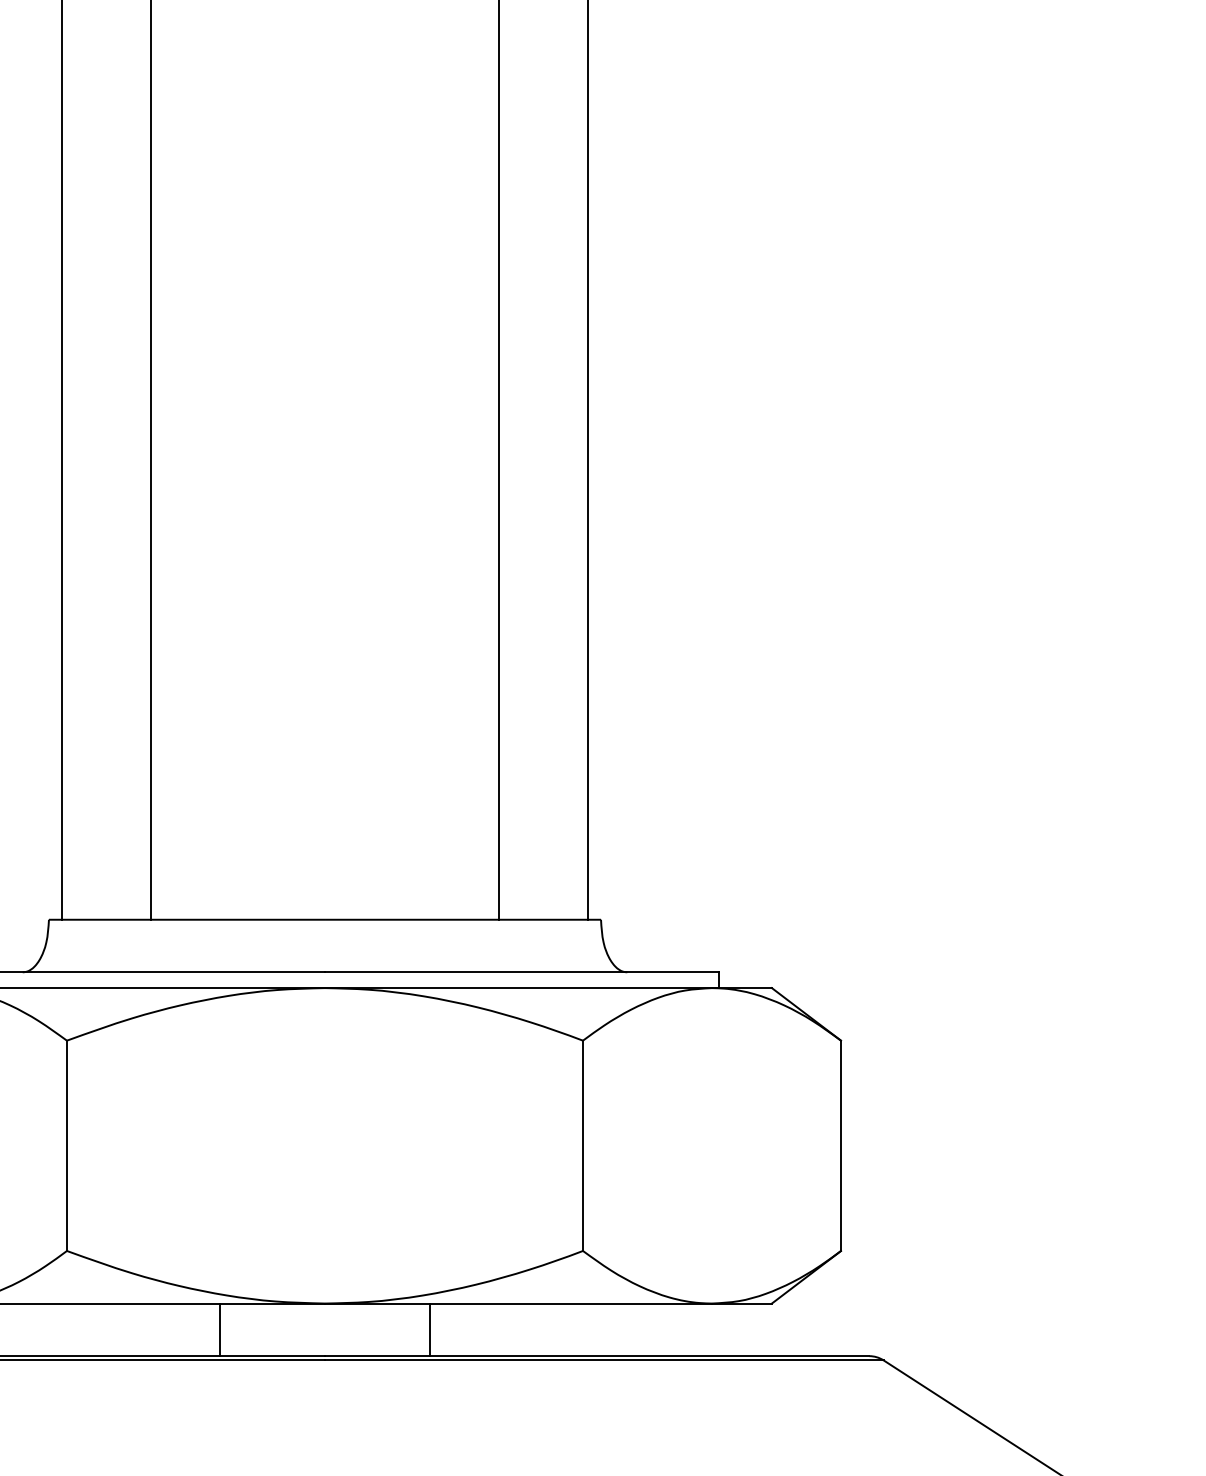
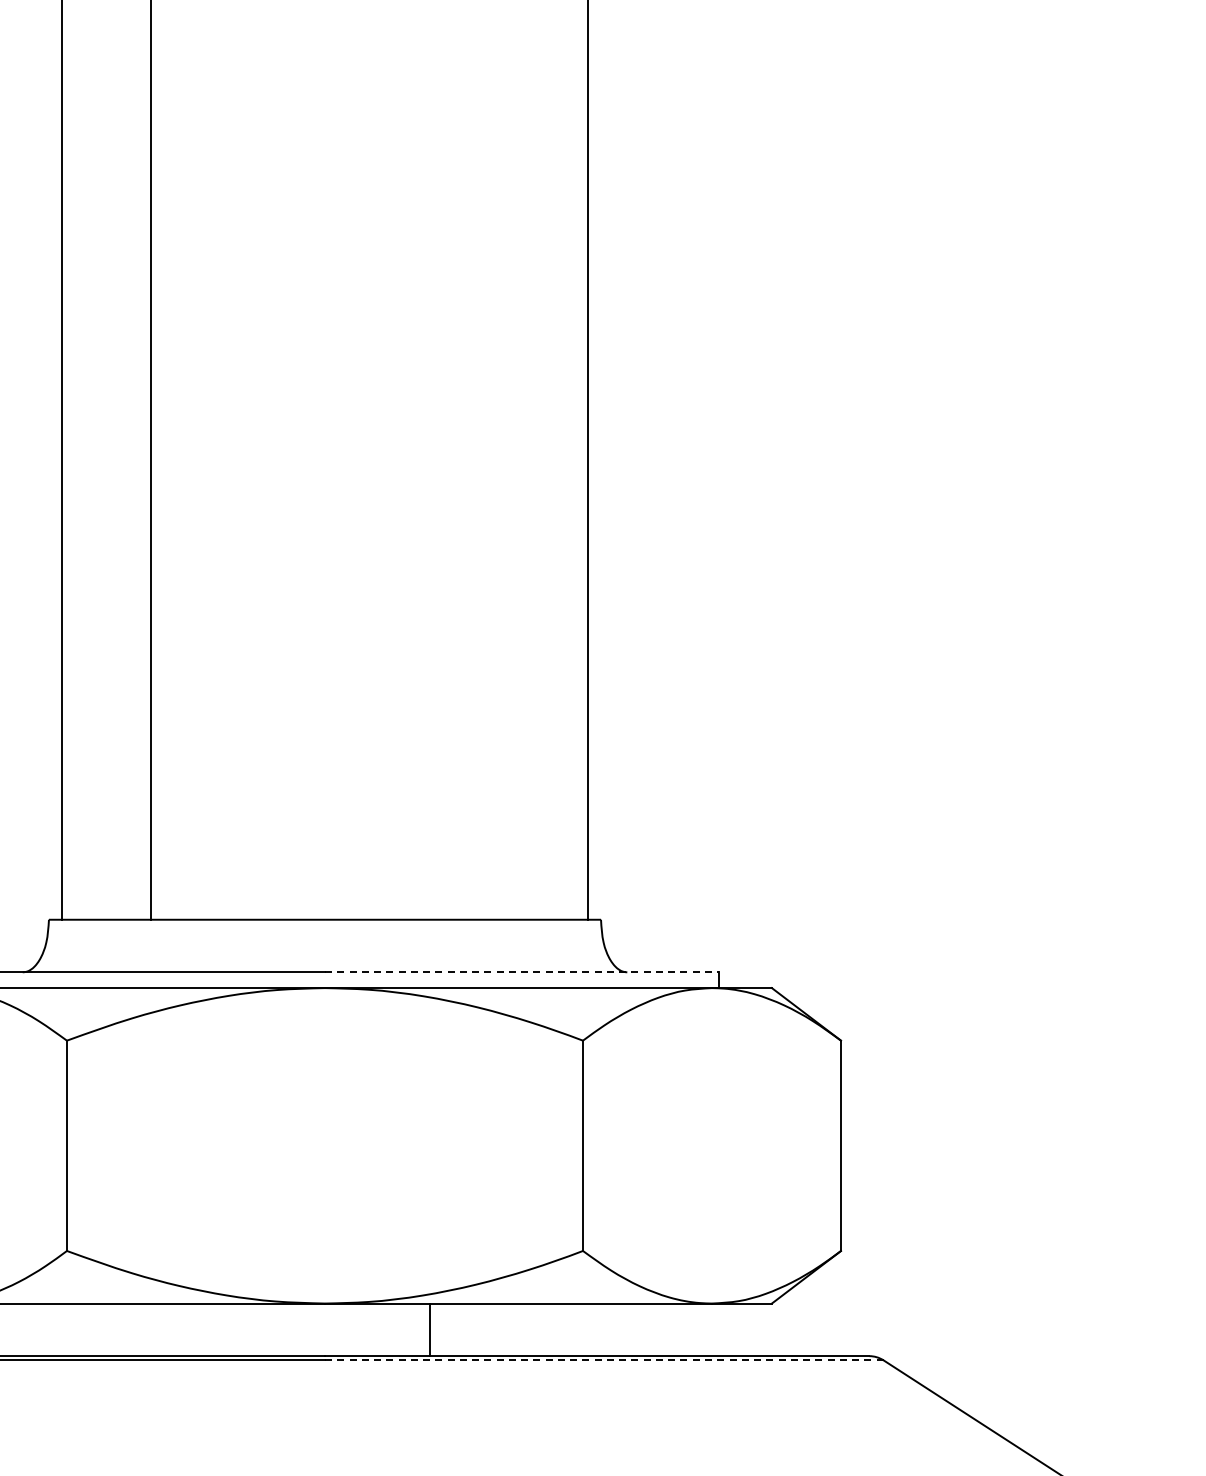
line at (498, 460): present -> none
line at (522, 972): solid -> dashed
line at (219, 1329): present -> none
line at (603, 1360): solid -> dashed
